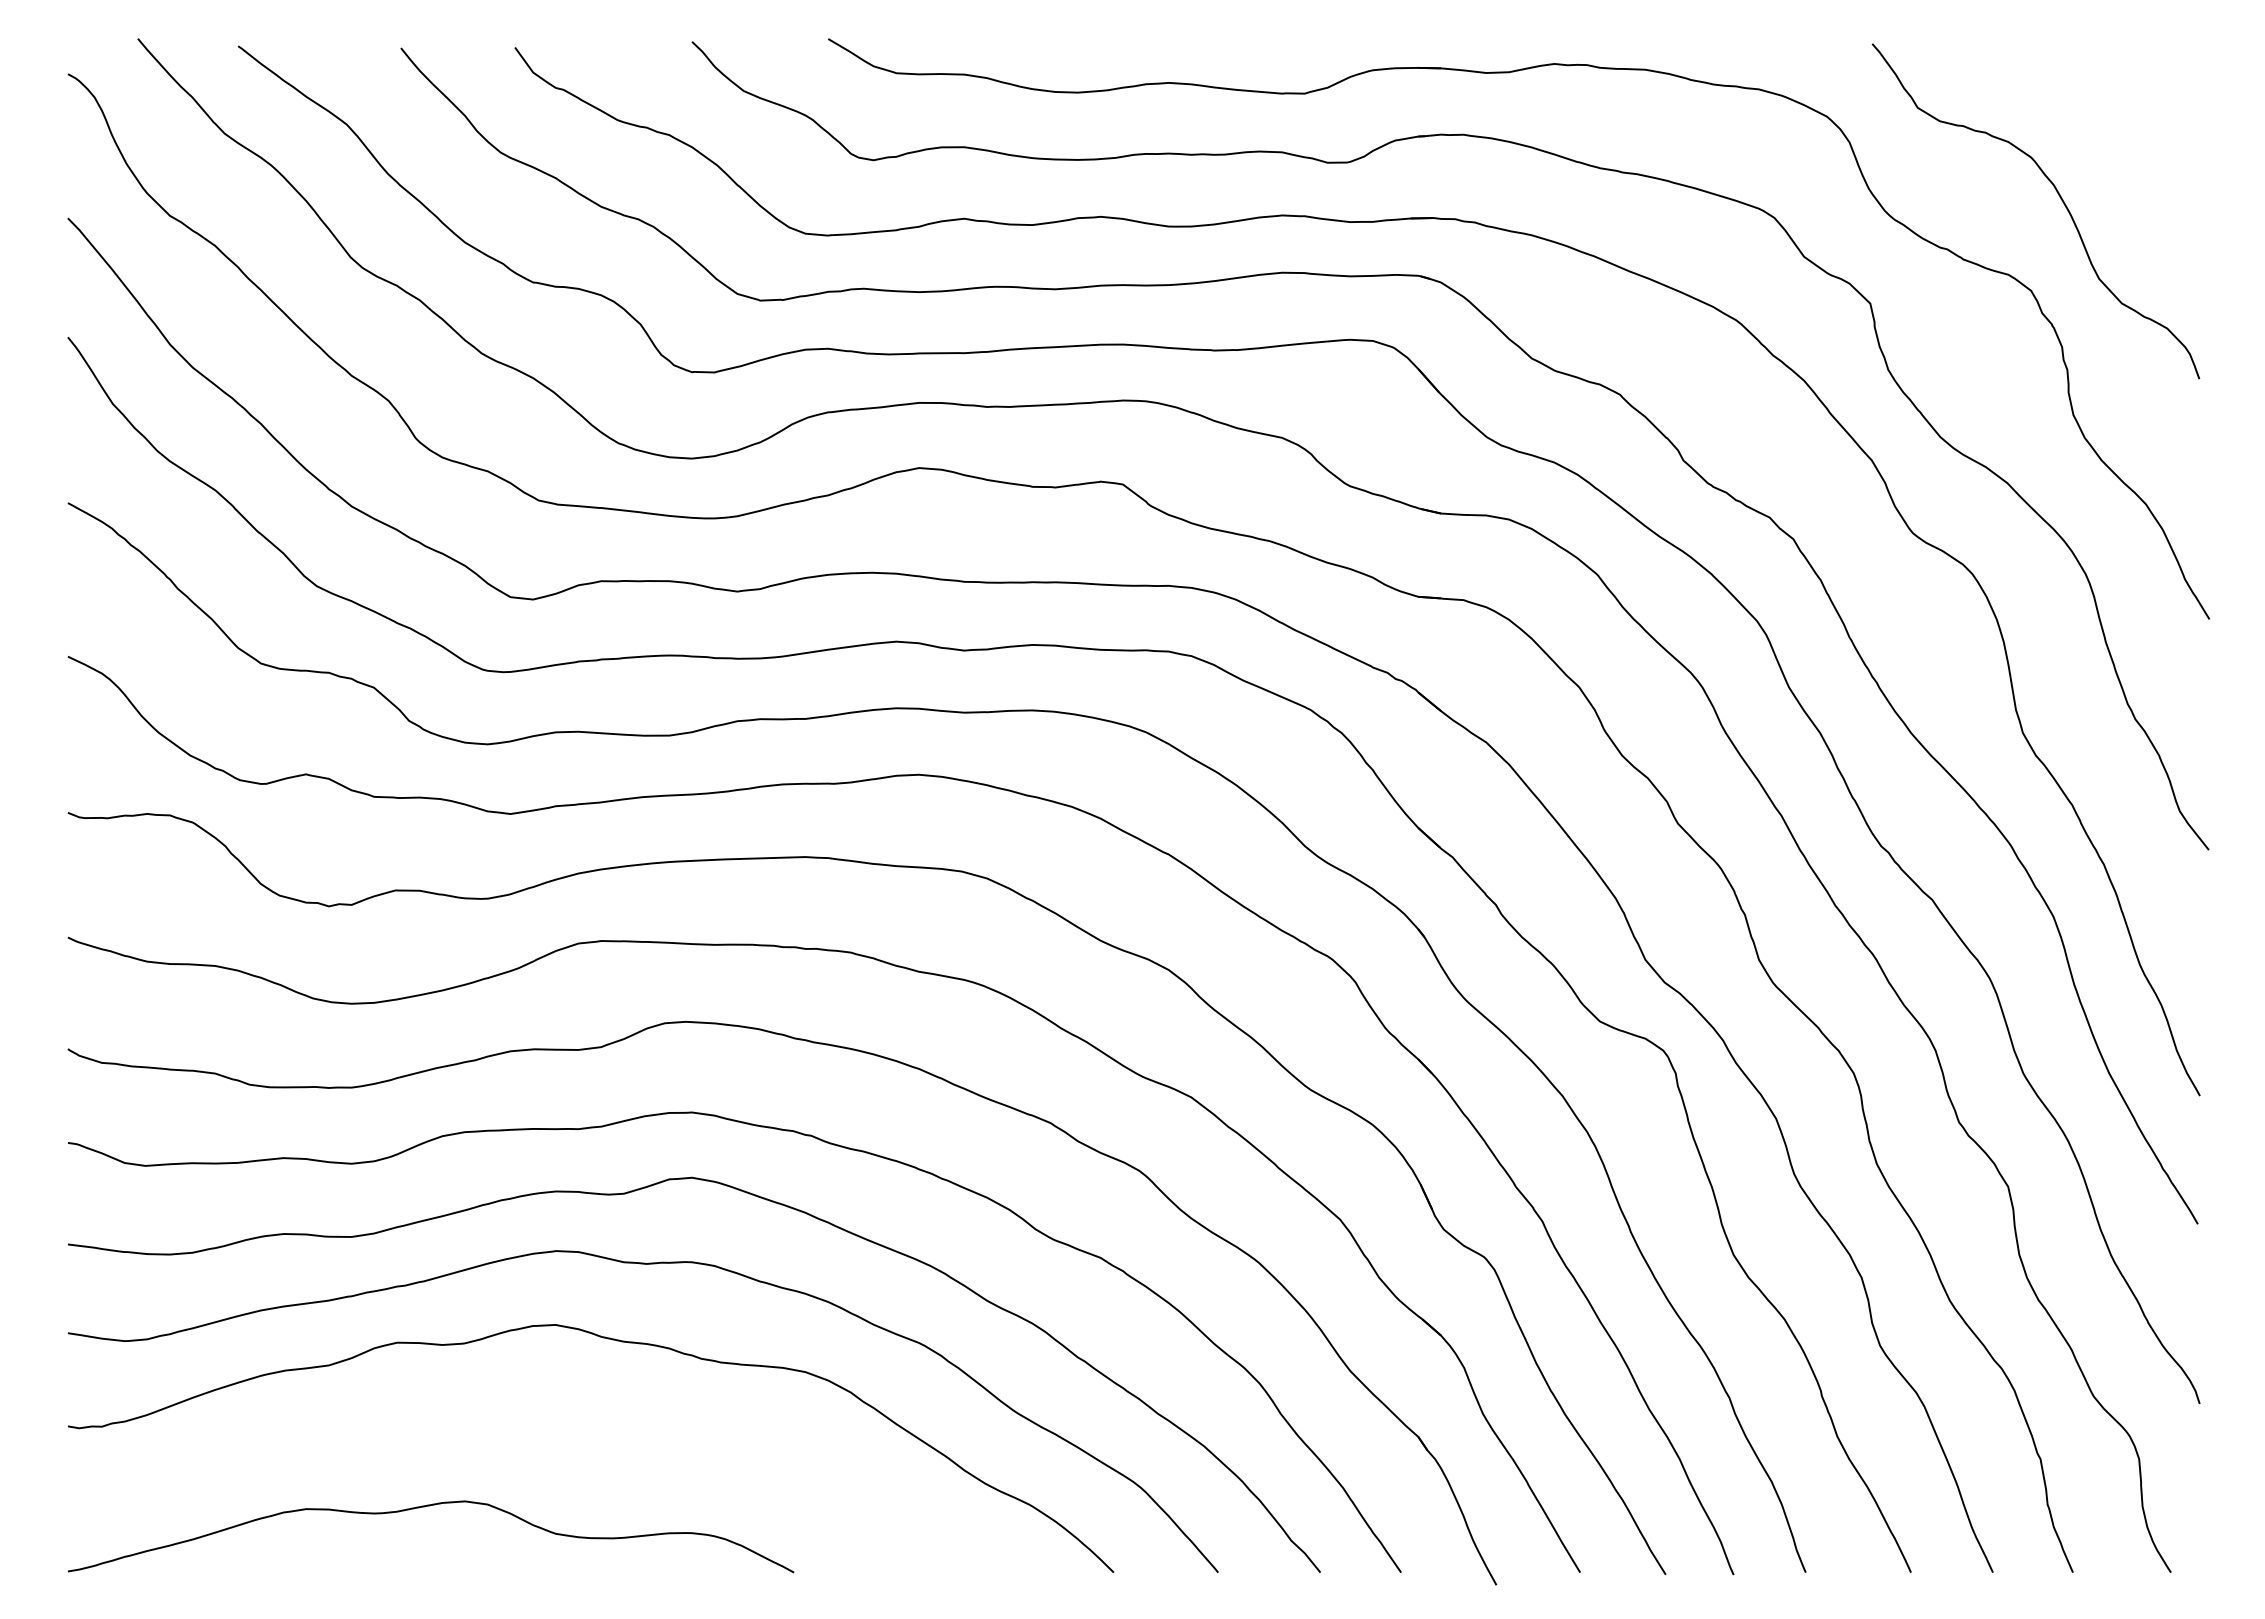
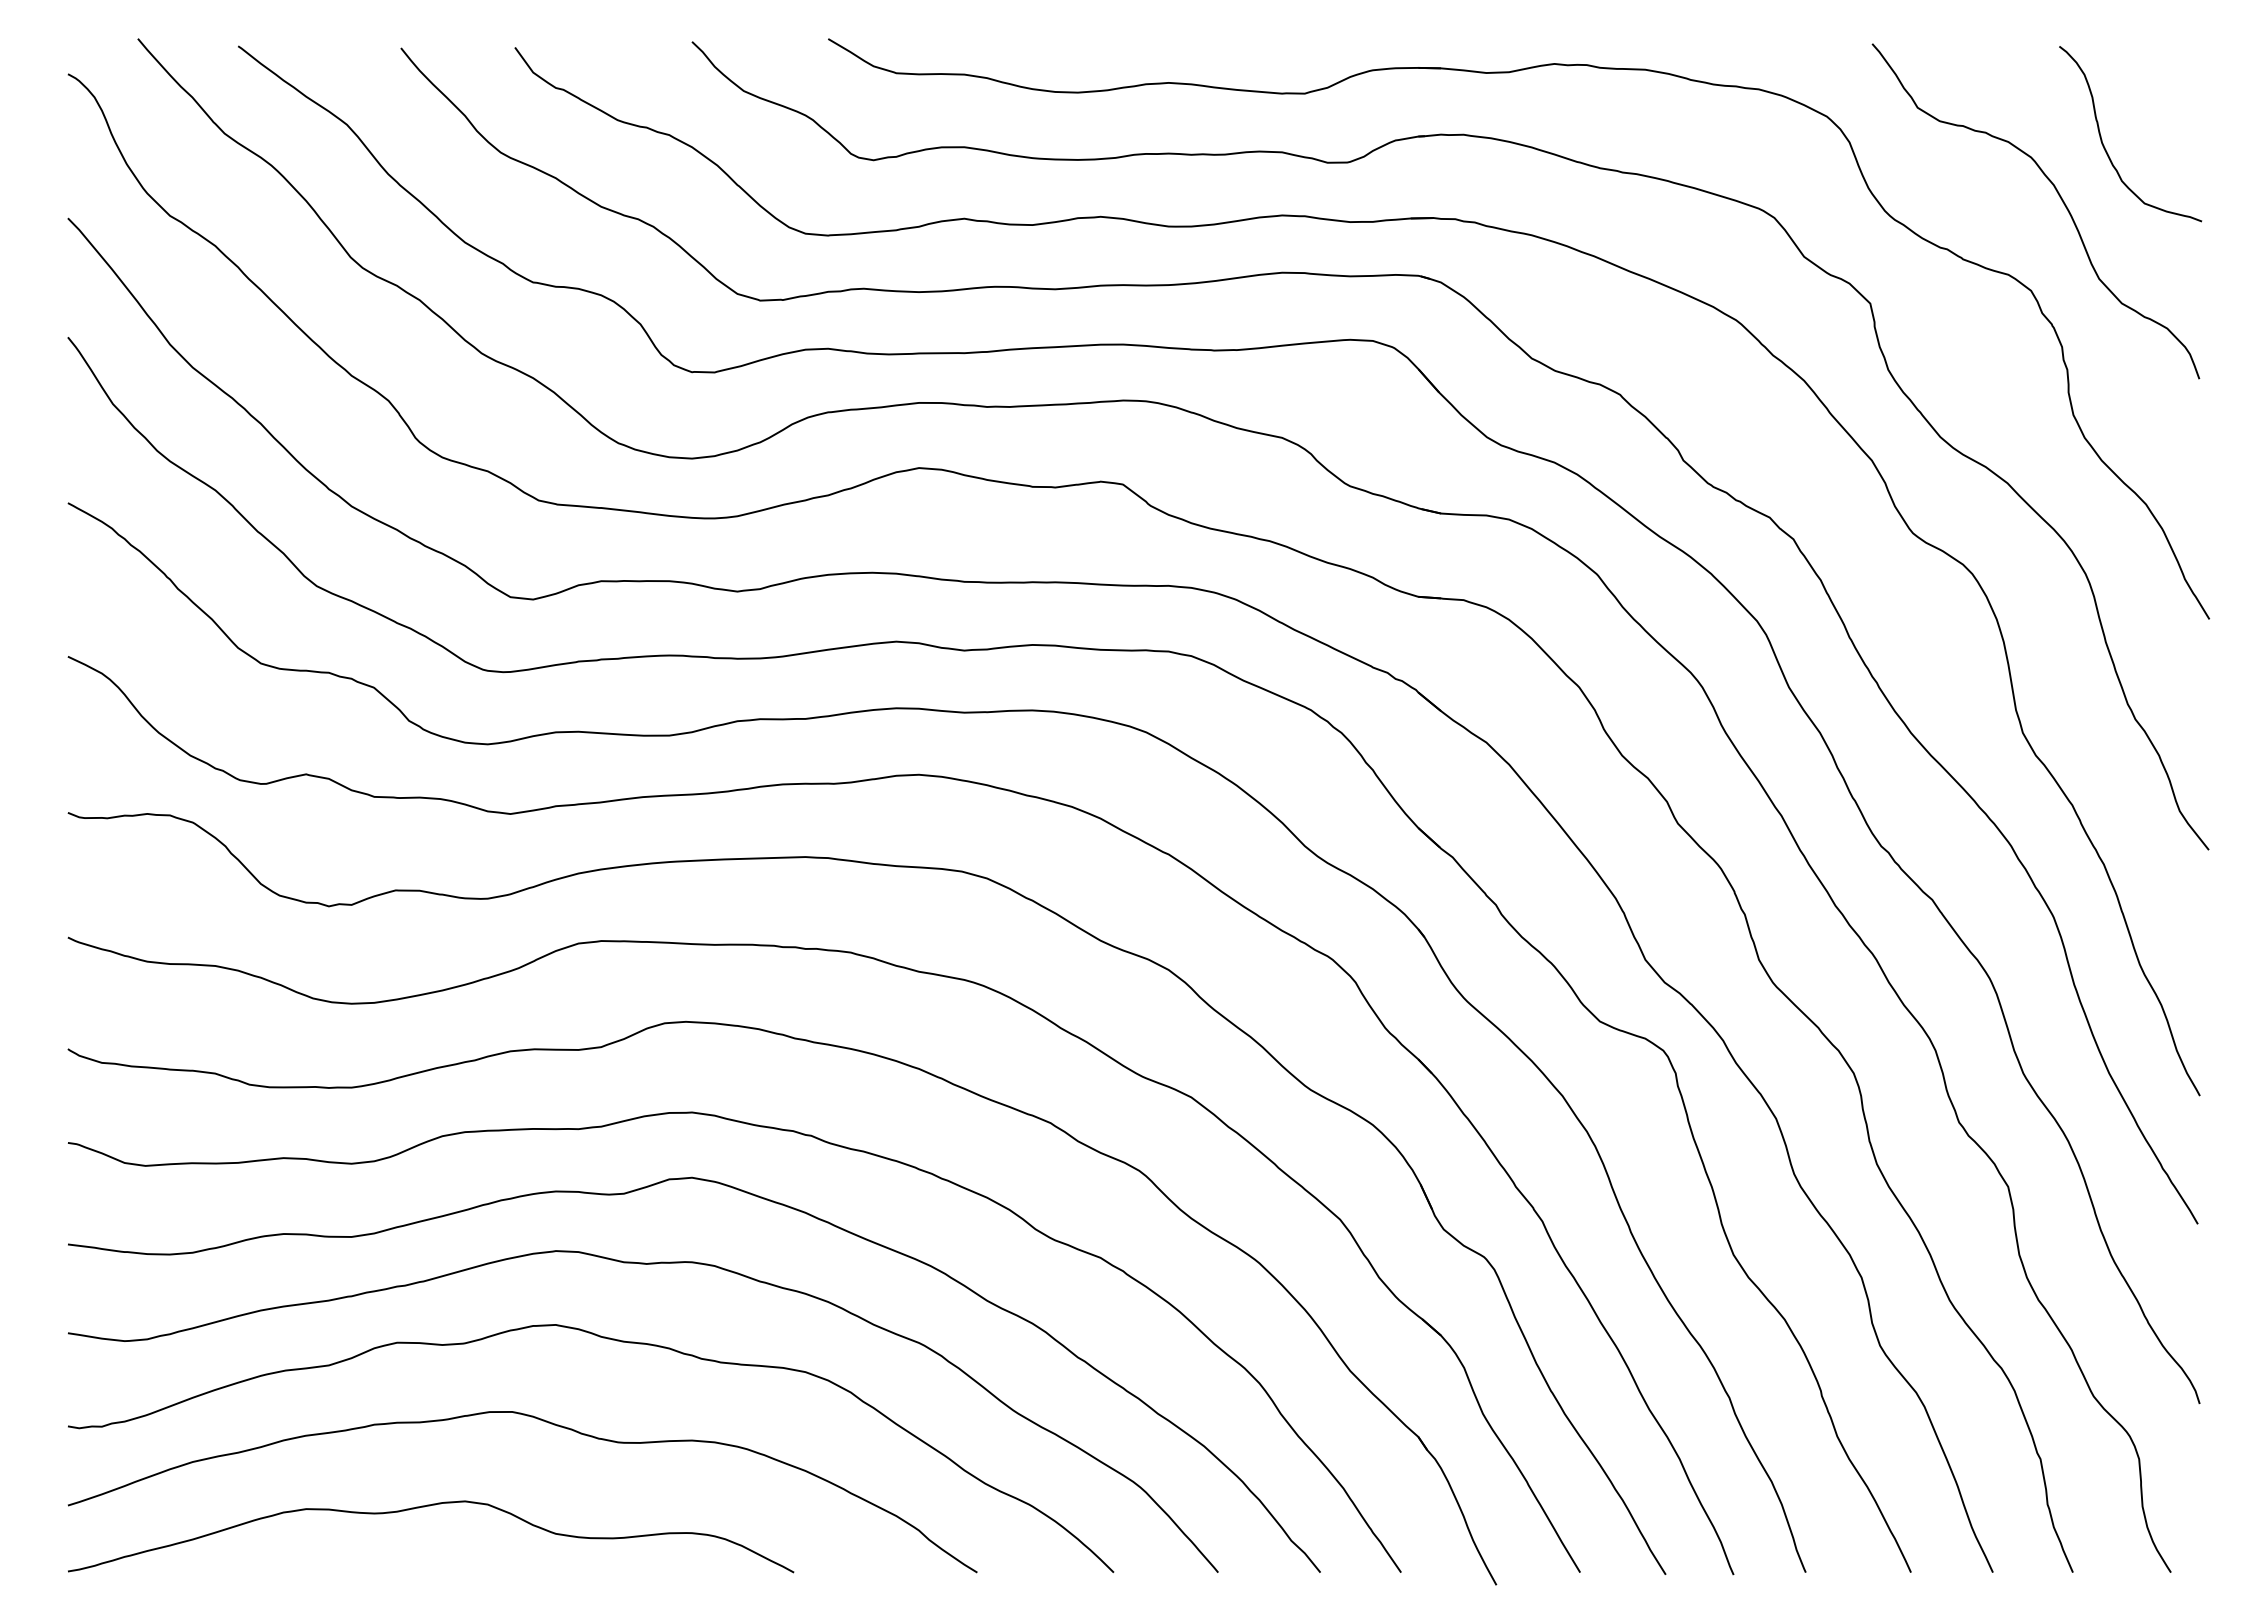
curve at (2105, 147): none -> present
curve at (545, 1422): none -> present
